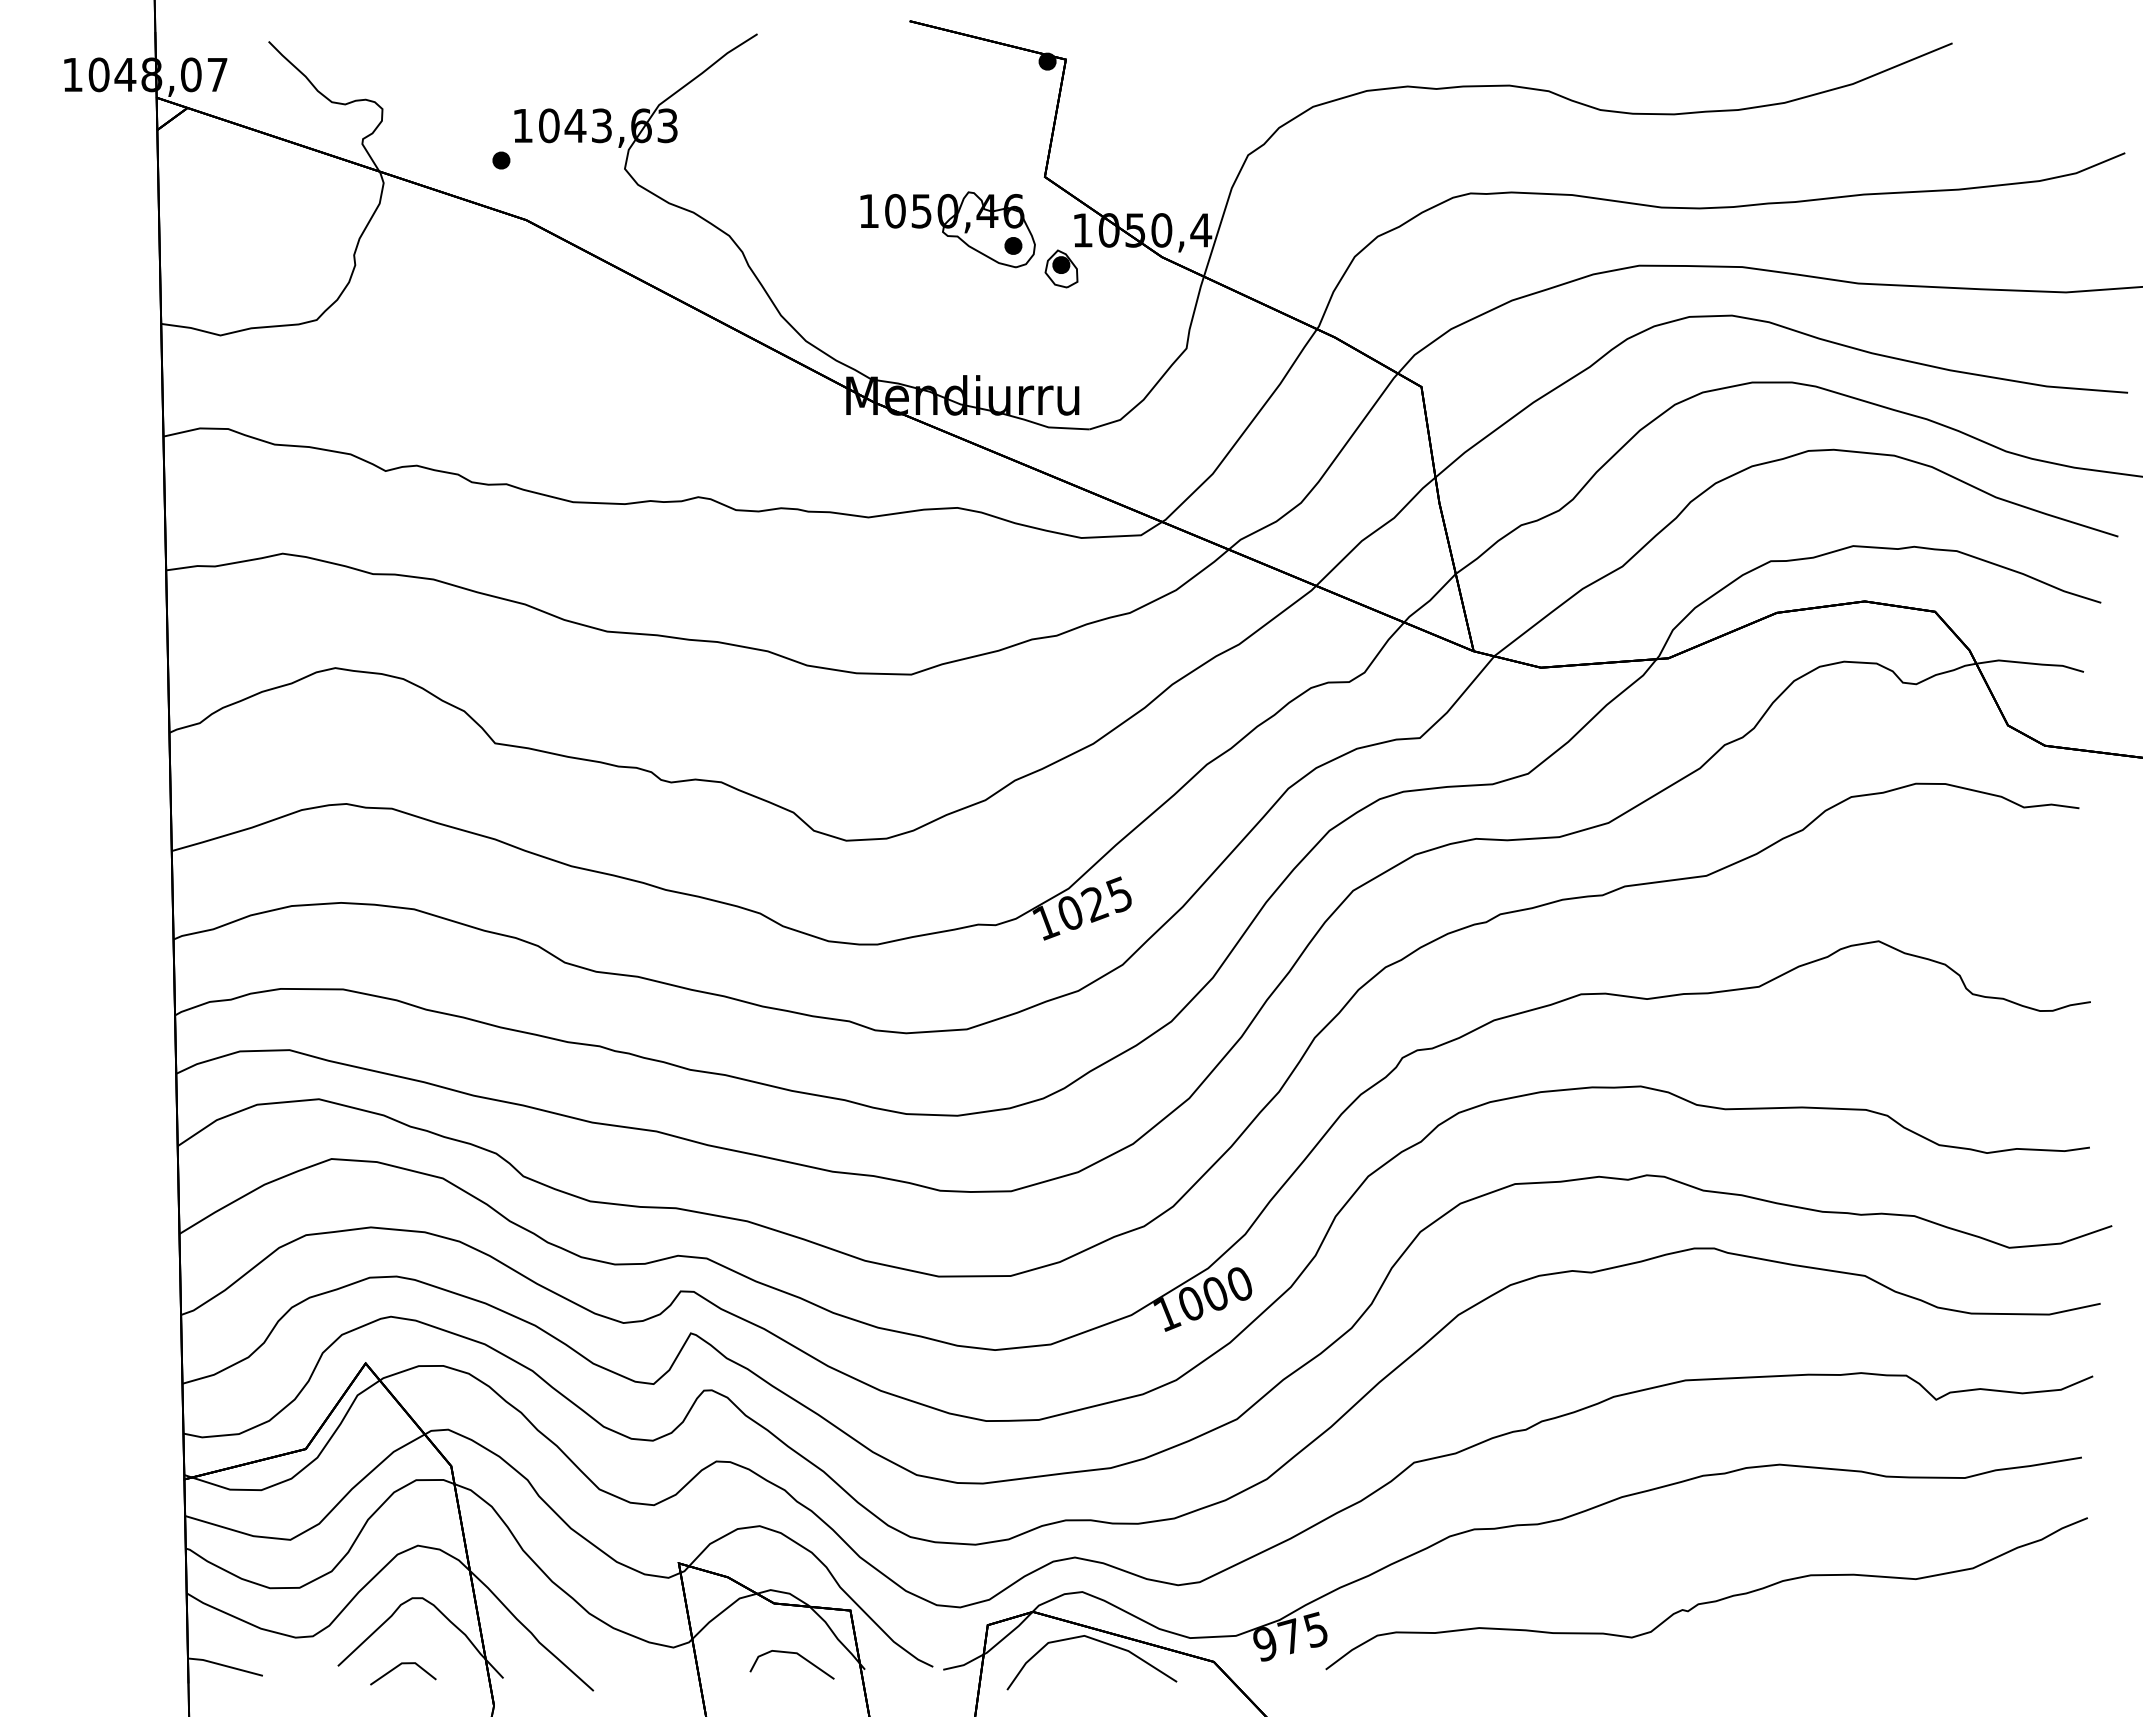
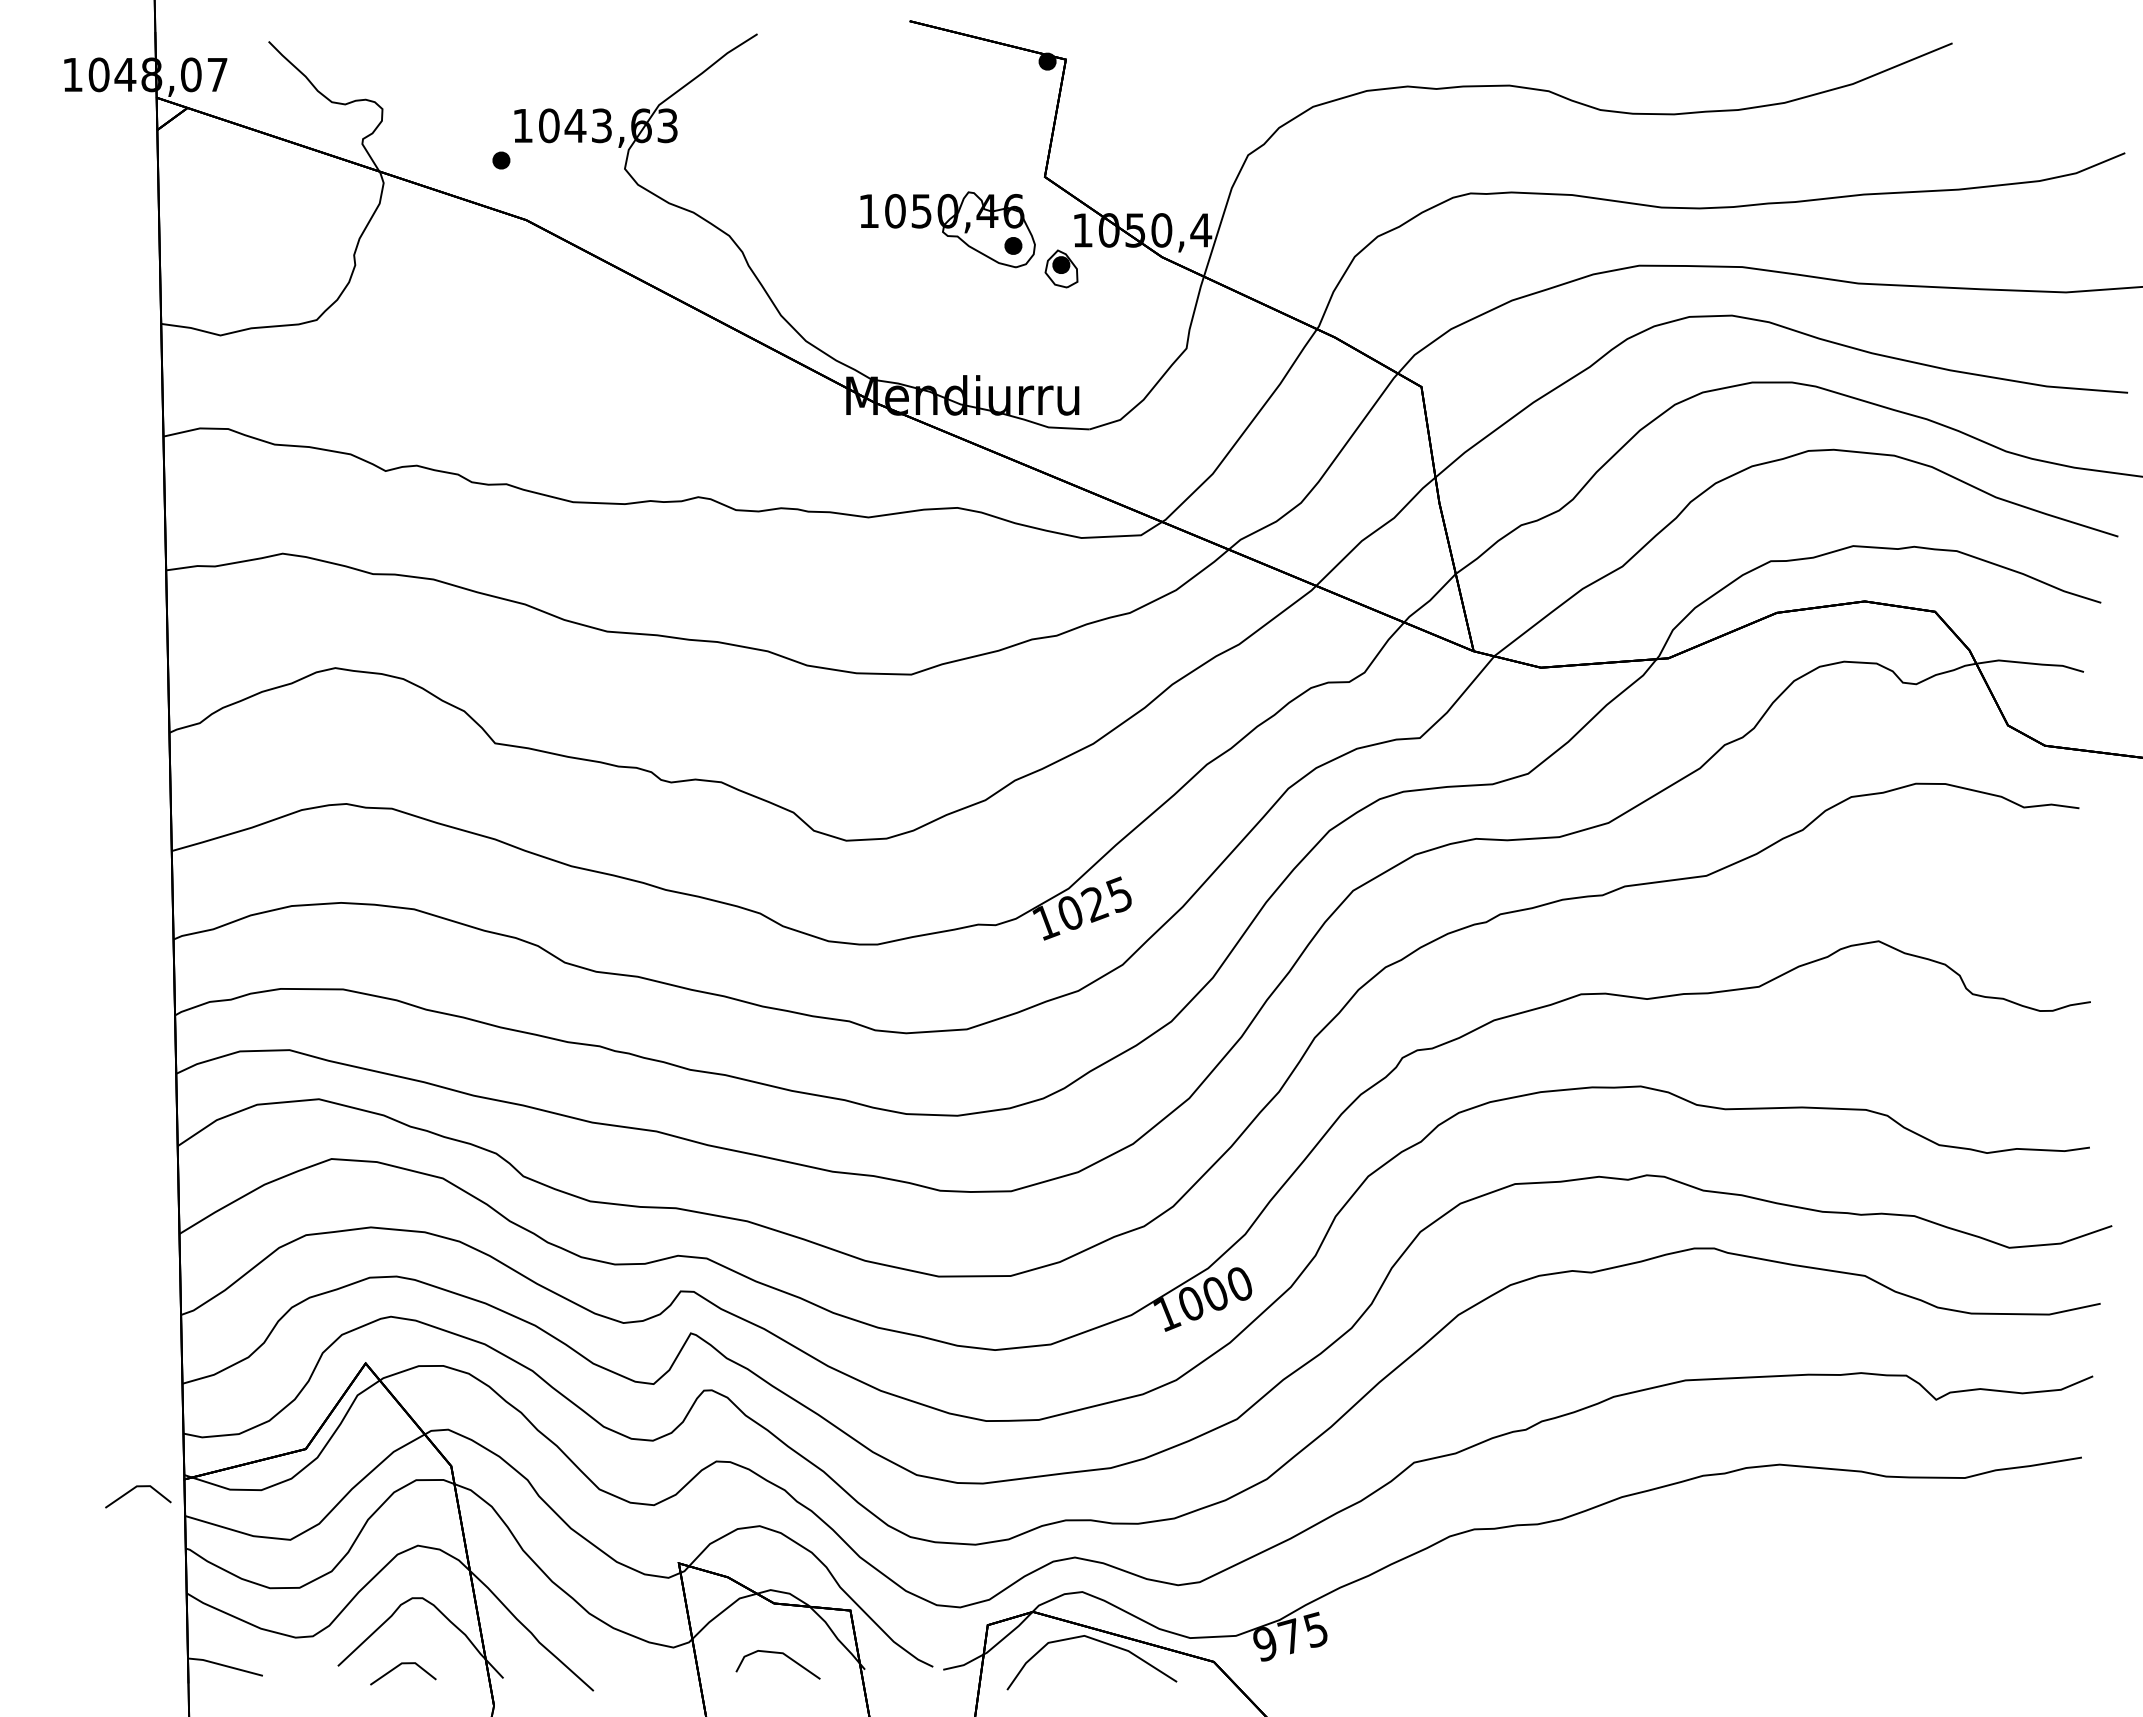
line at (134, 1489): none -> present
curve at (1707, 1601): present -> none
line at (791, 1653) position: (791, 1653) -> (777, 1653)
